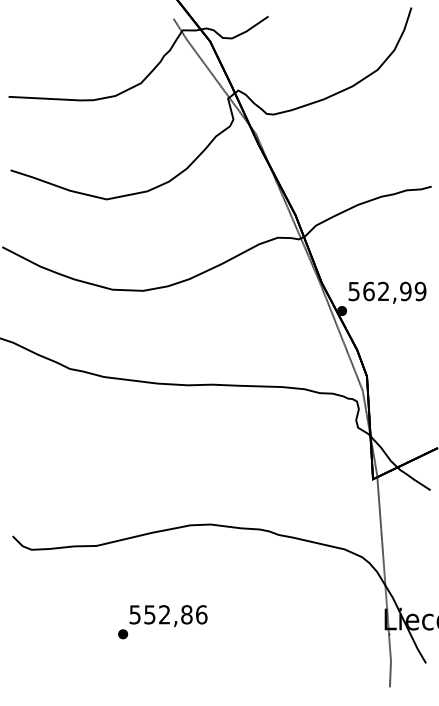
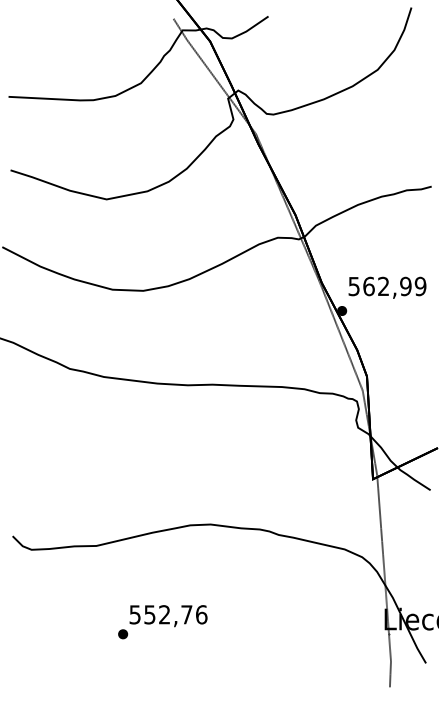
text at (387, 292) position: (387, 292) -> (387, 287)
text at (186, 614): 552,86 -> 552,76
